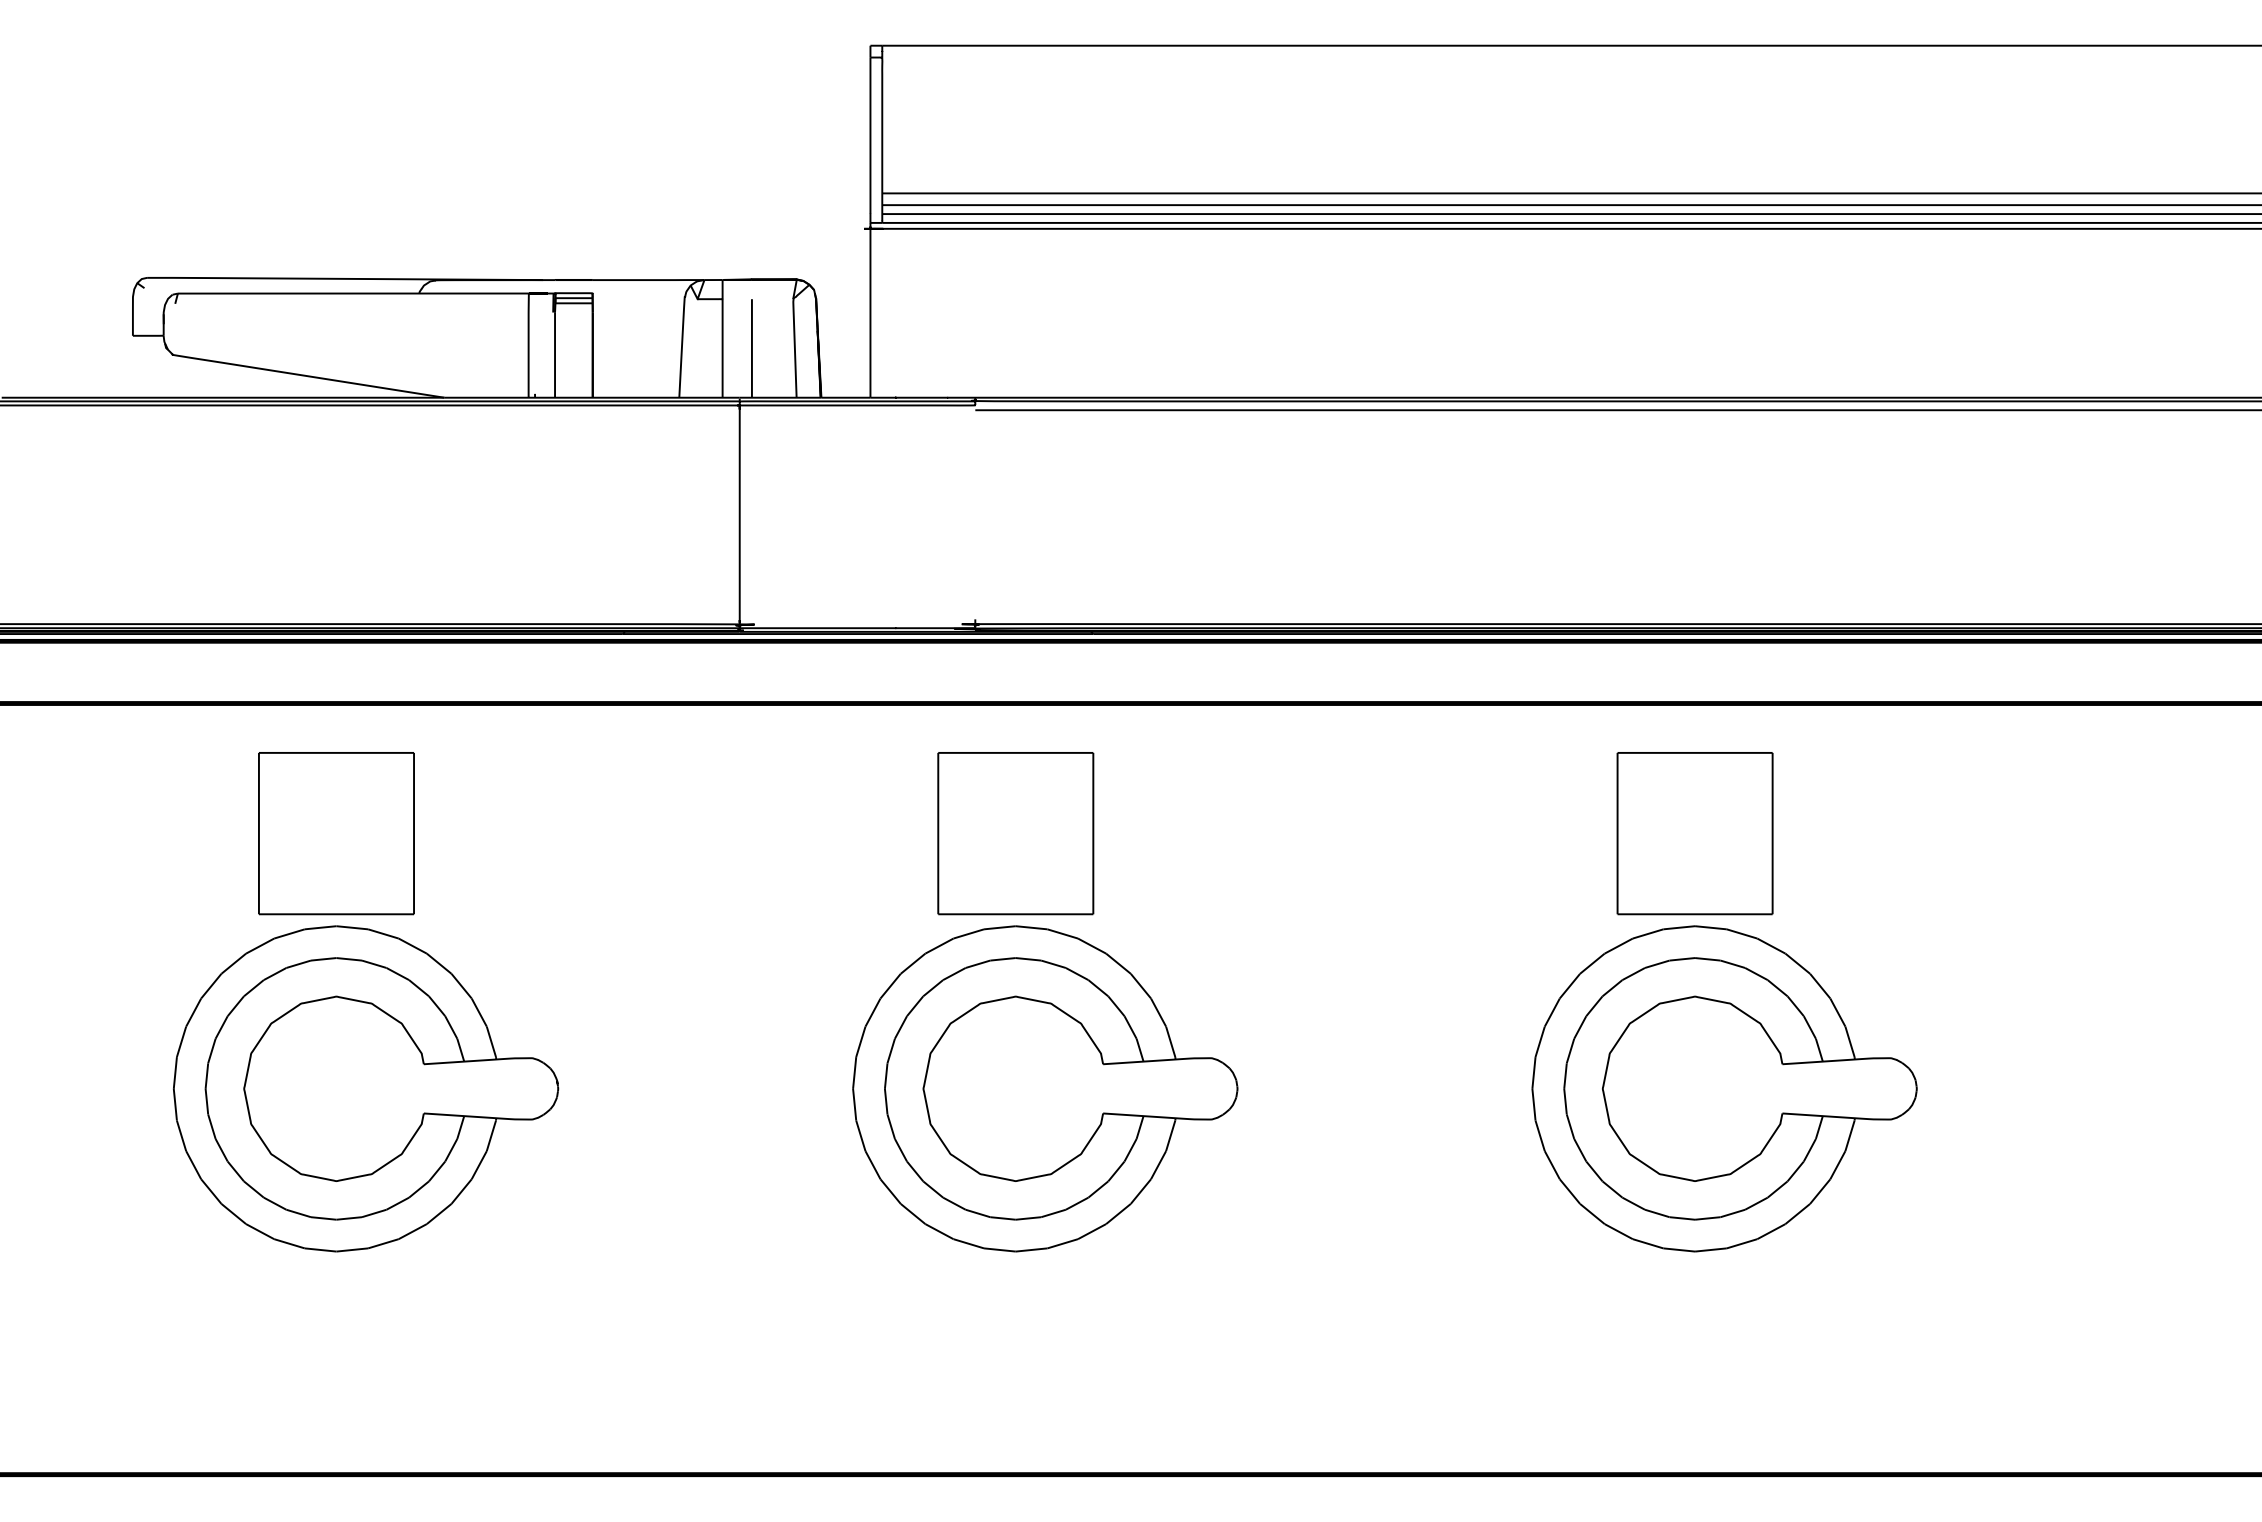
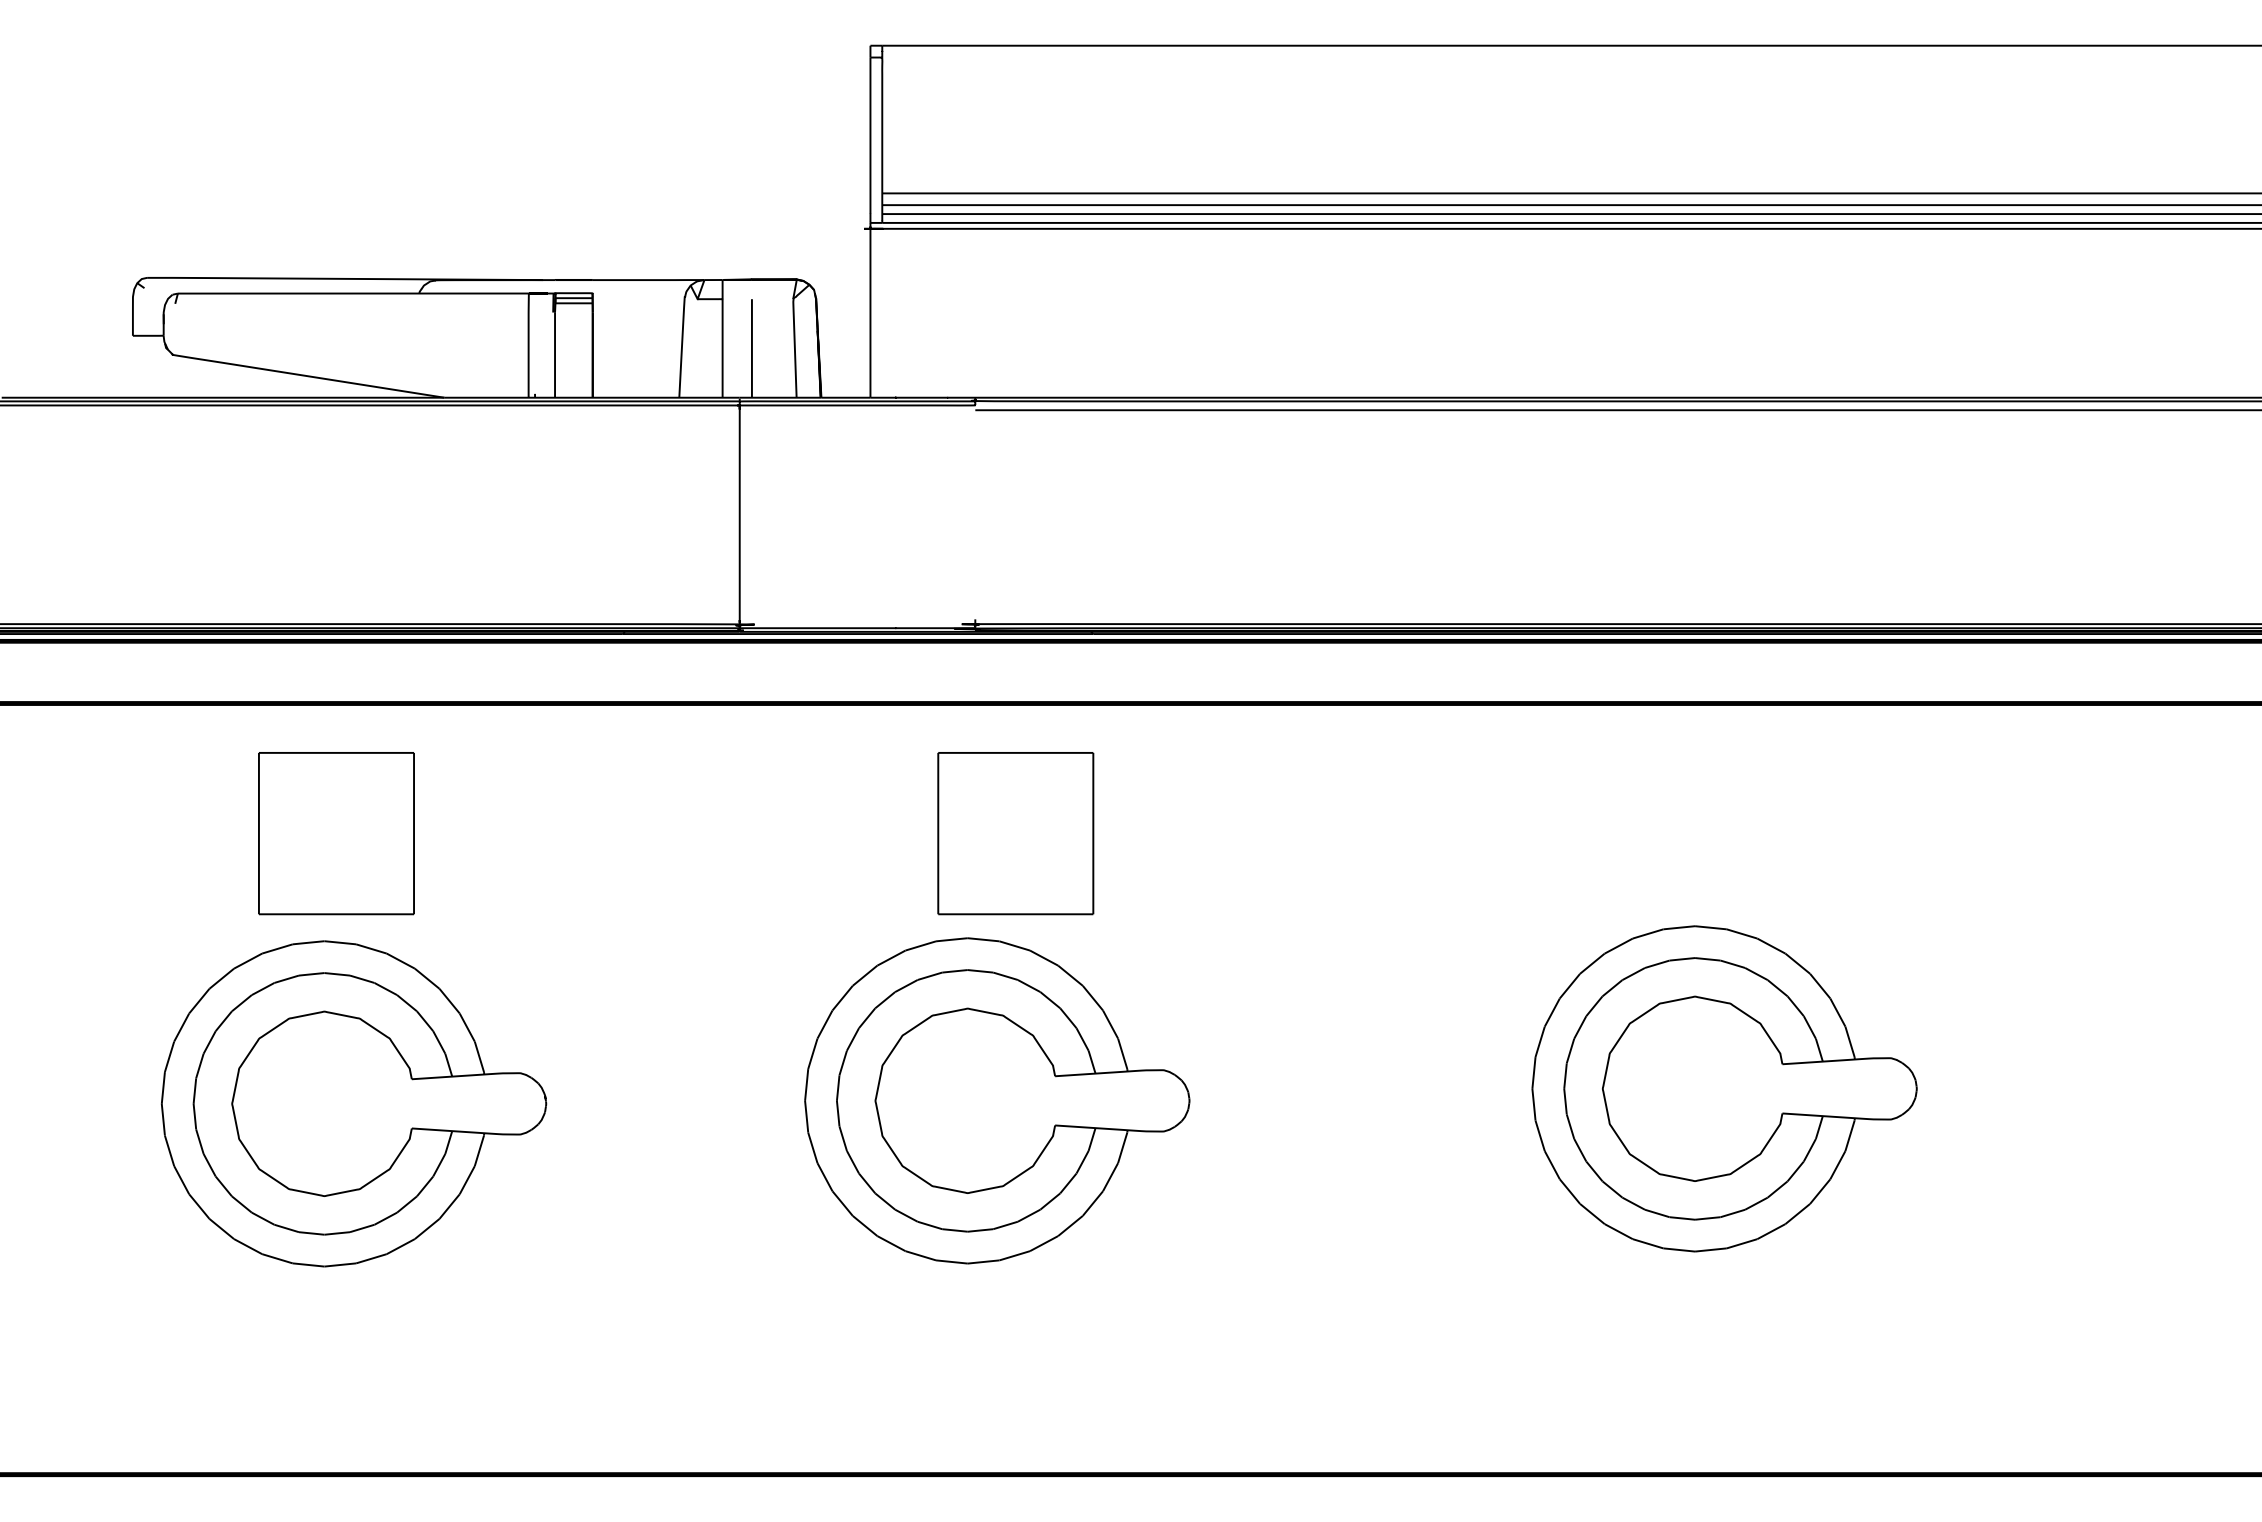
part at (1694, 833): present -> none
part at (366, 1088) position: (366, 1088) -> (354, 1103)
part at (1045, 1088) position: (1045, 1088) -> (997, 1100)
